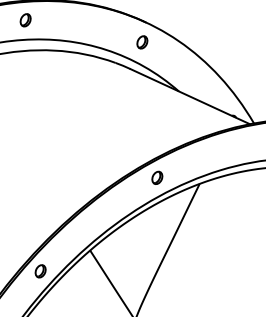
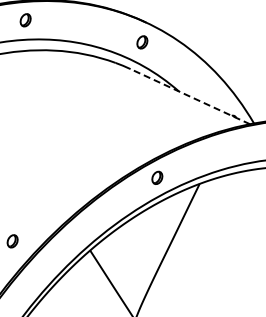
line at (190, 96): solid -> dashed
part at (40, 271) position: (40, 271) -> (12, 241)
